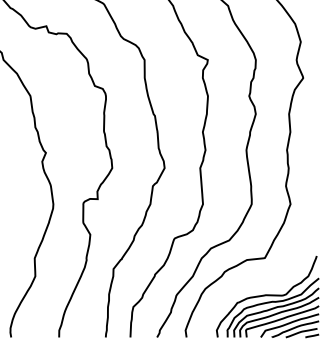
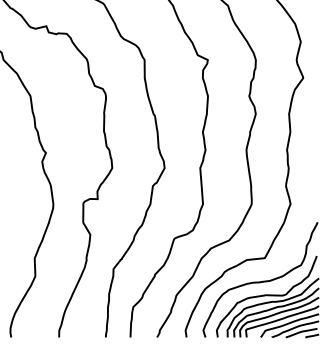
curve at (260, 281): none -> present
